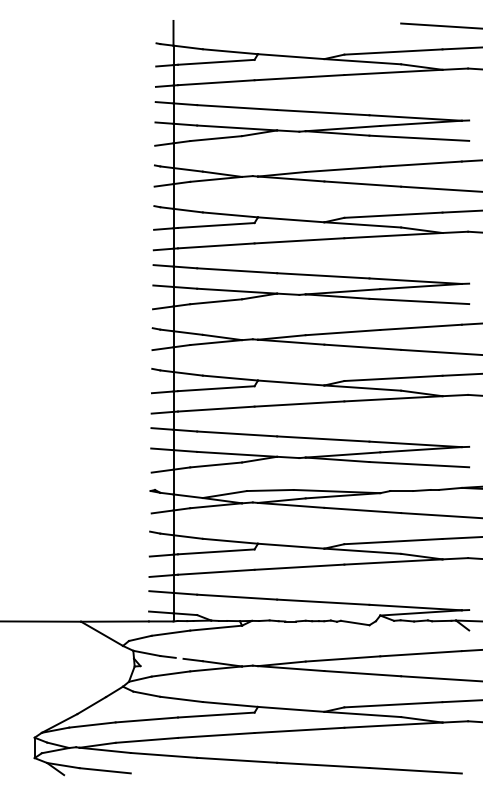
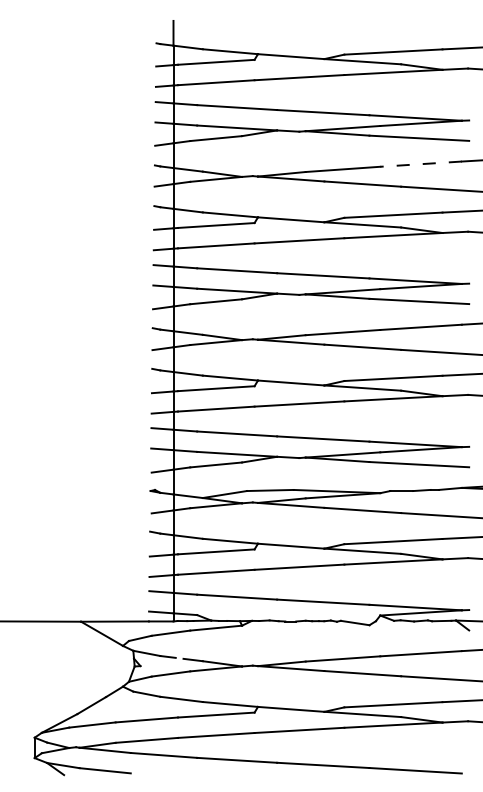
line at (440, 25): present -> none
line at (421, 164): solid -> dashed
